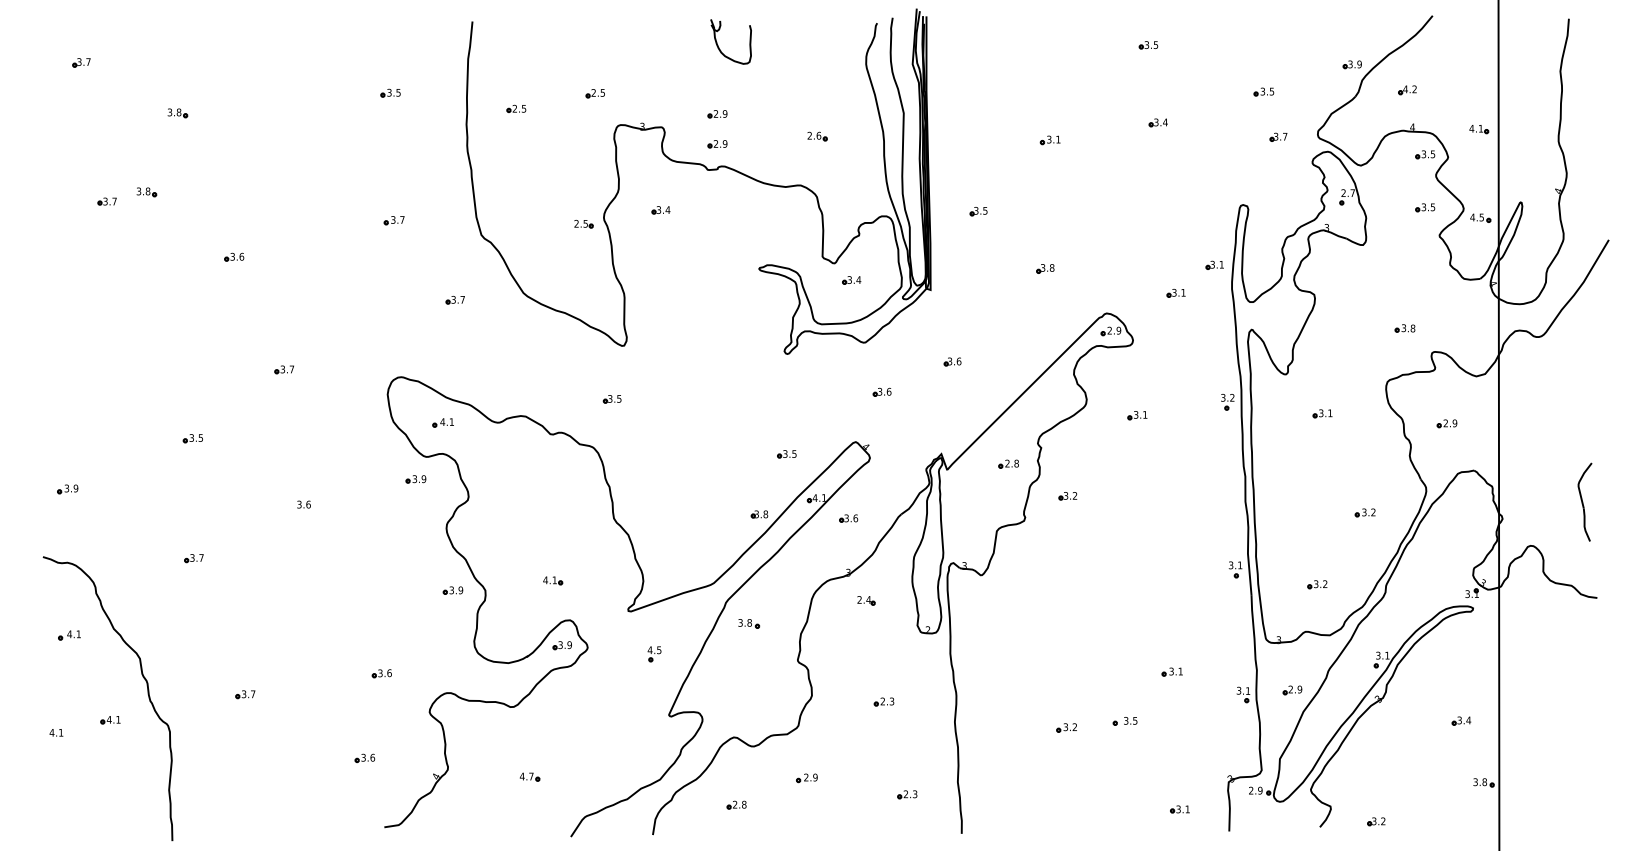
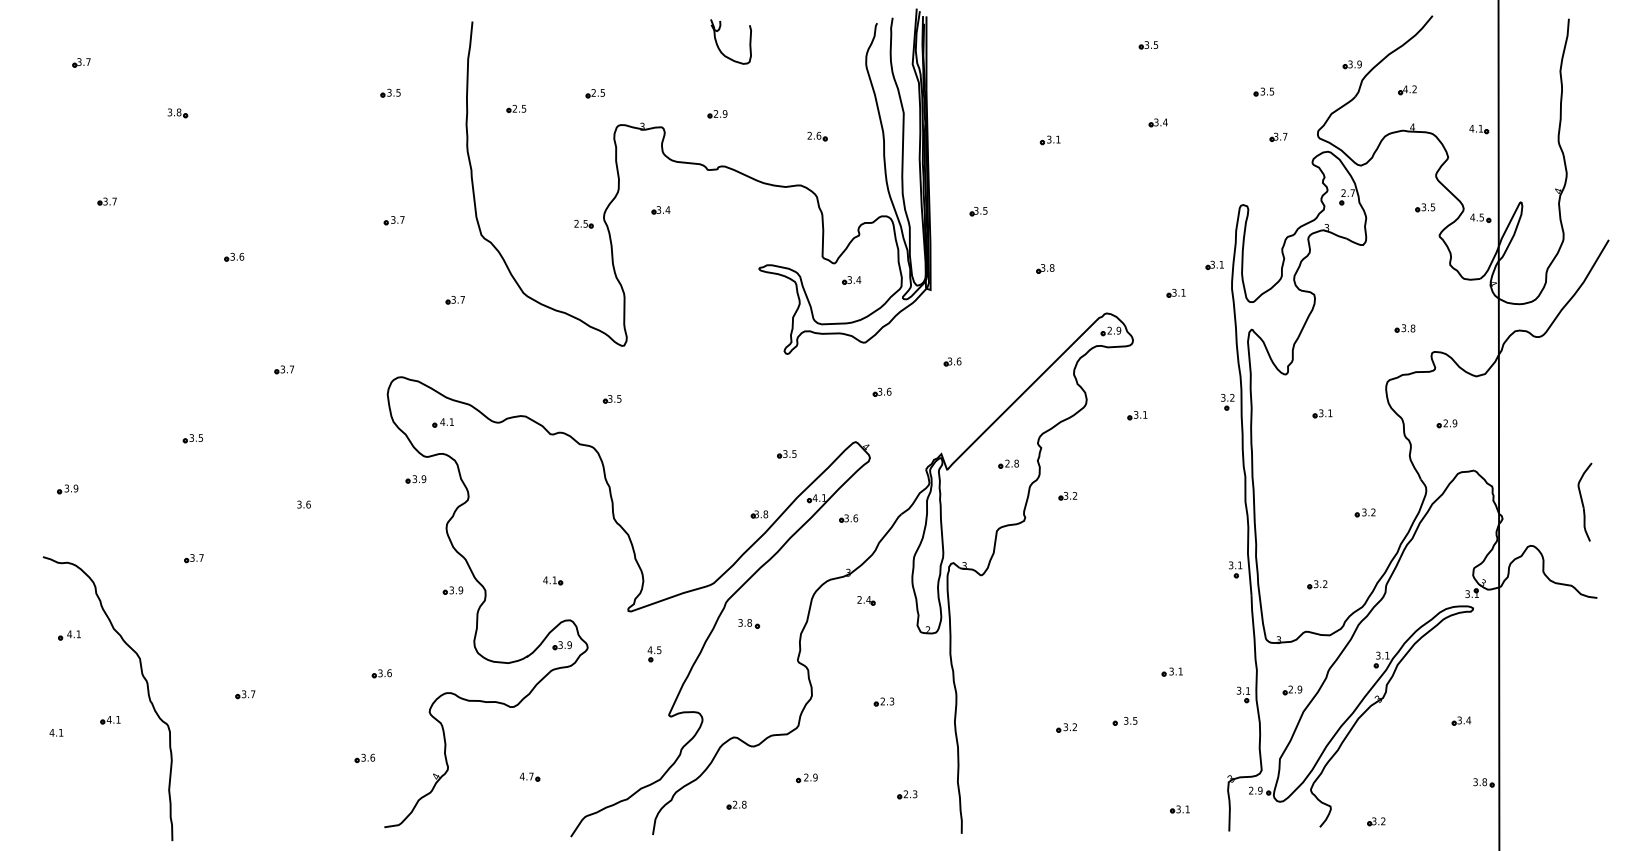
part at (717, 144): present -> none
part at (1425, 154): present -> none
part at (146, 192): present -> none
